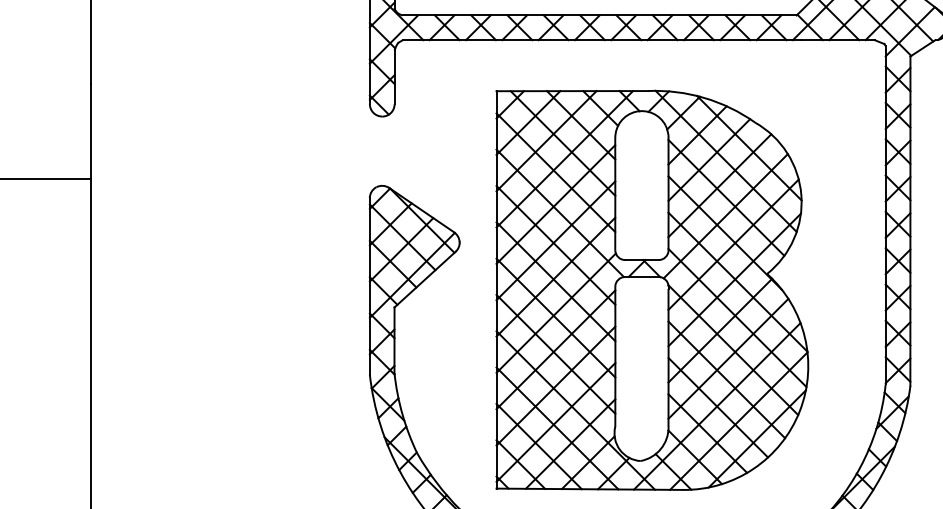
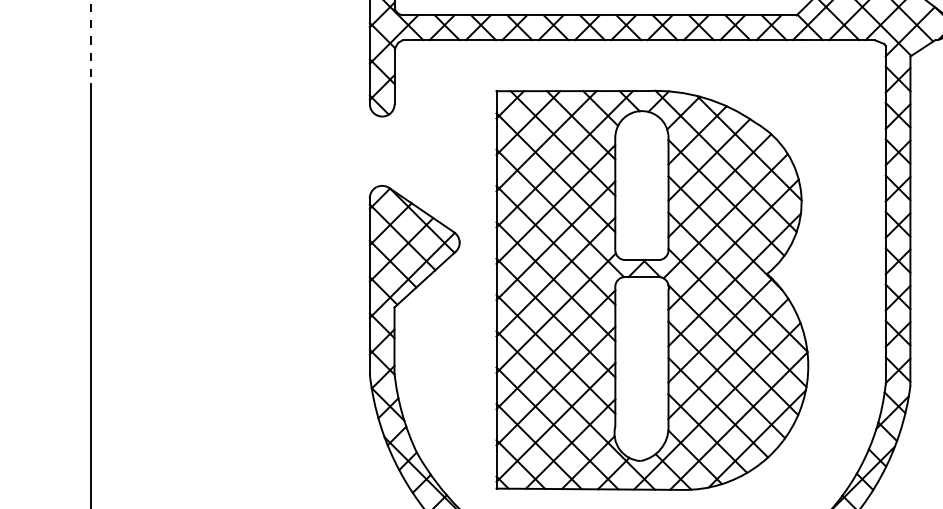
line at (91, 42): solid -> dashed
line at (46, 179): present -> none
